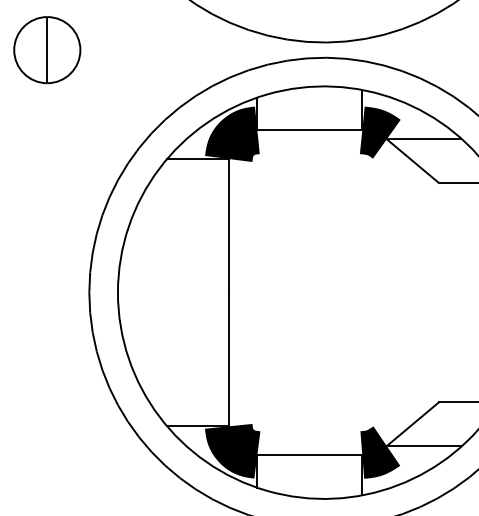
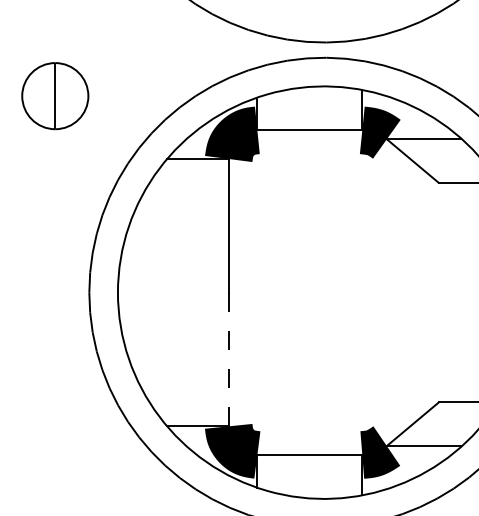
part at (47, 50) position: (47, 50) -> (55, 96)
line at (228, 359): solid -> dashed
